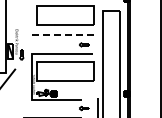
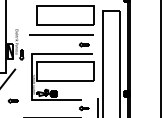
line at (61, 35): dashed -> solid
part at (12, 100): none -> present
